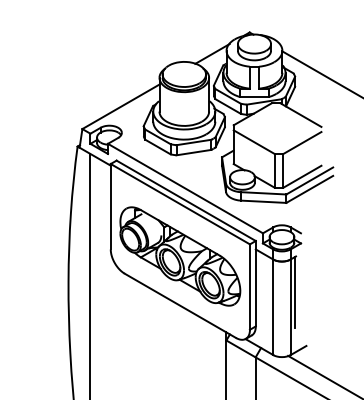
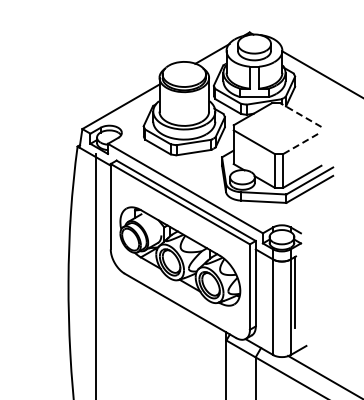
line at (300, 115): solid -> dashed
line at (302, 143): solid -> dashed
line at (90, 274) position: (90, 274) -> (96, 274)
